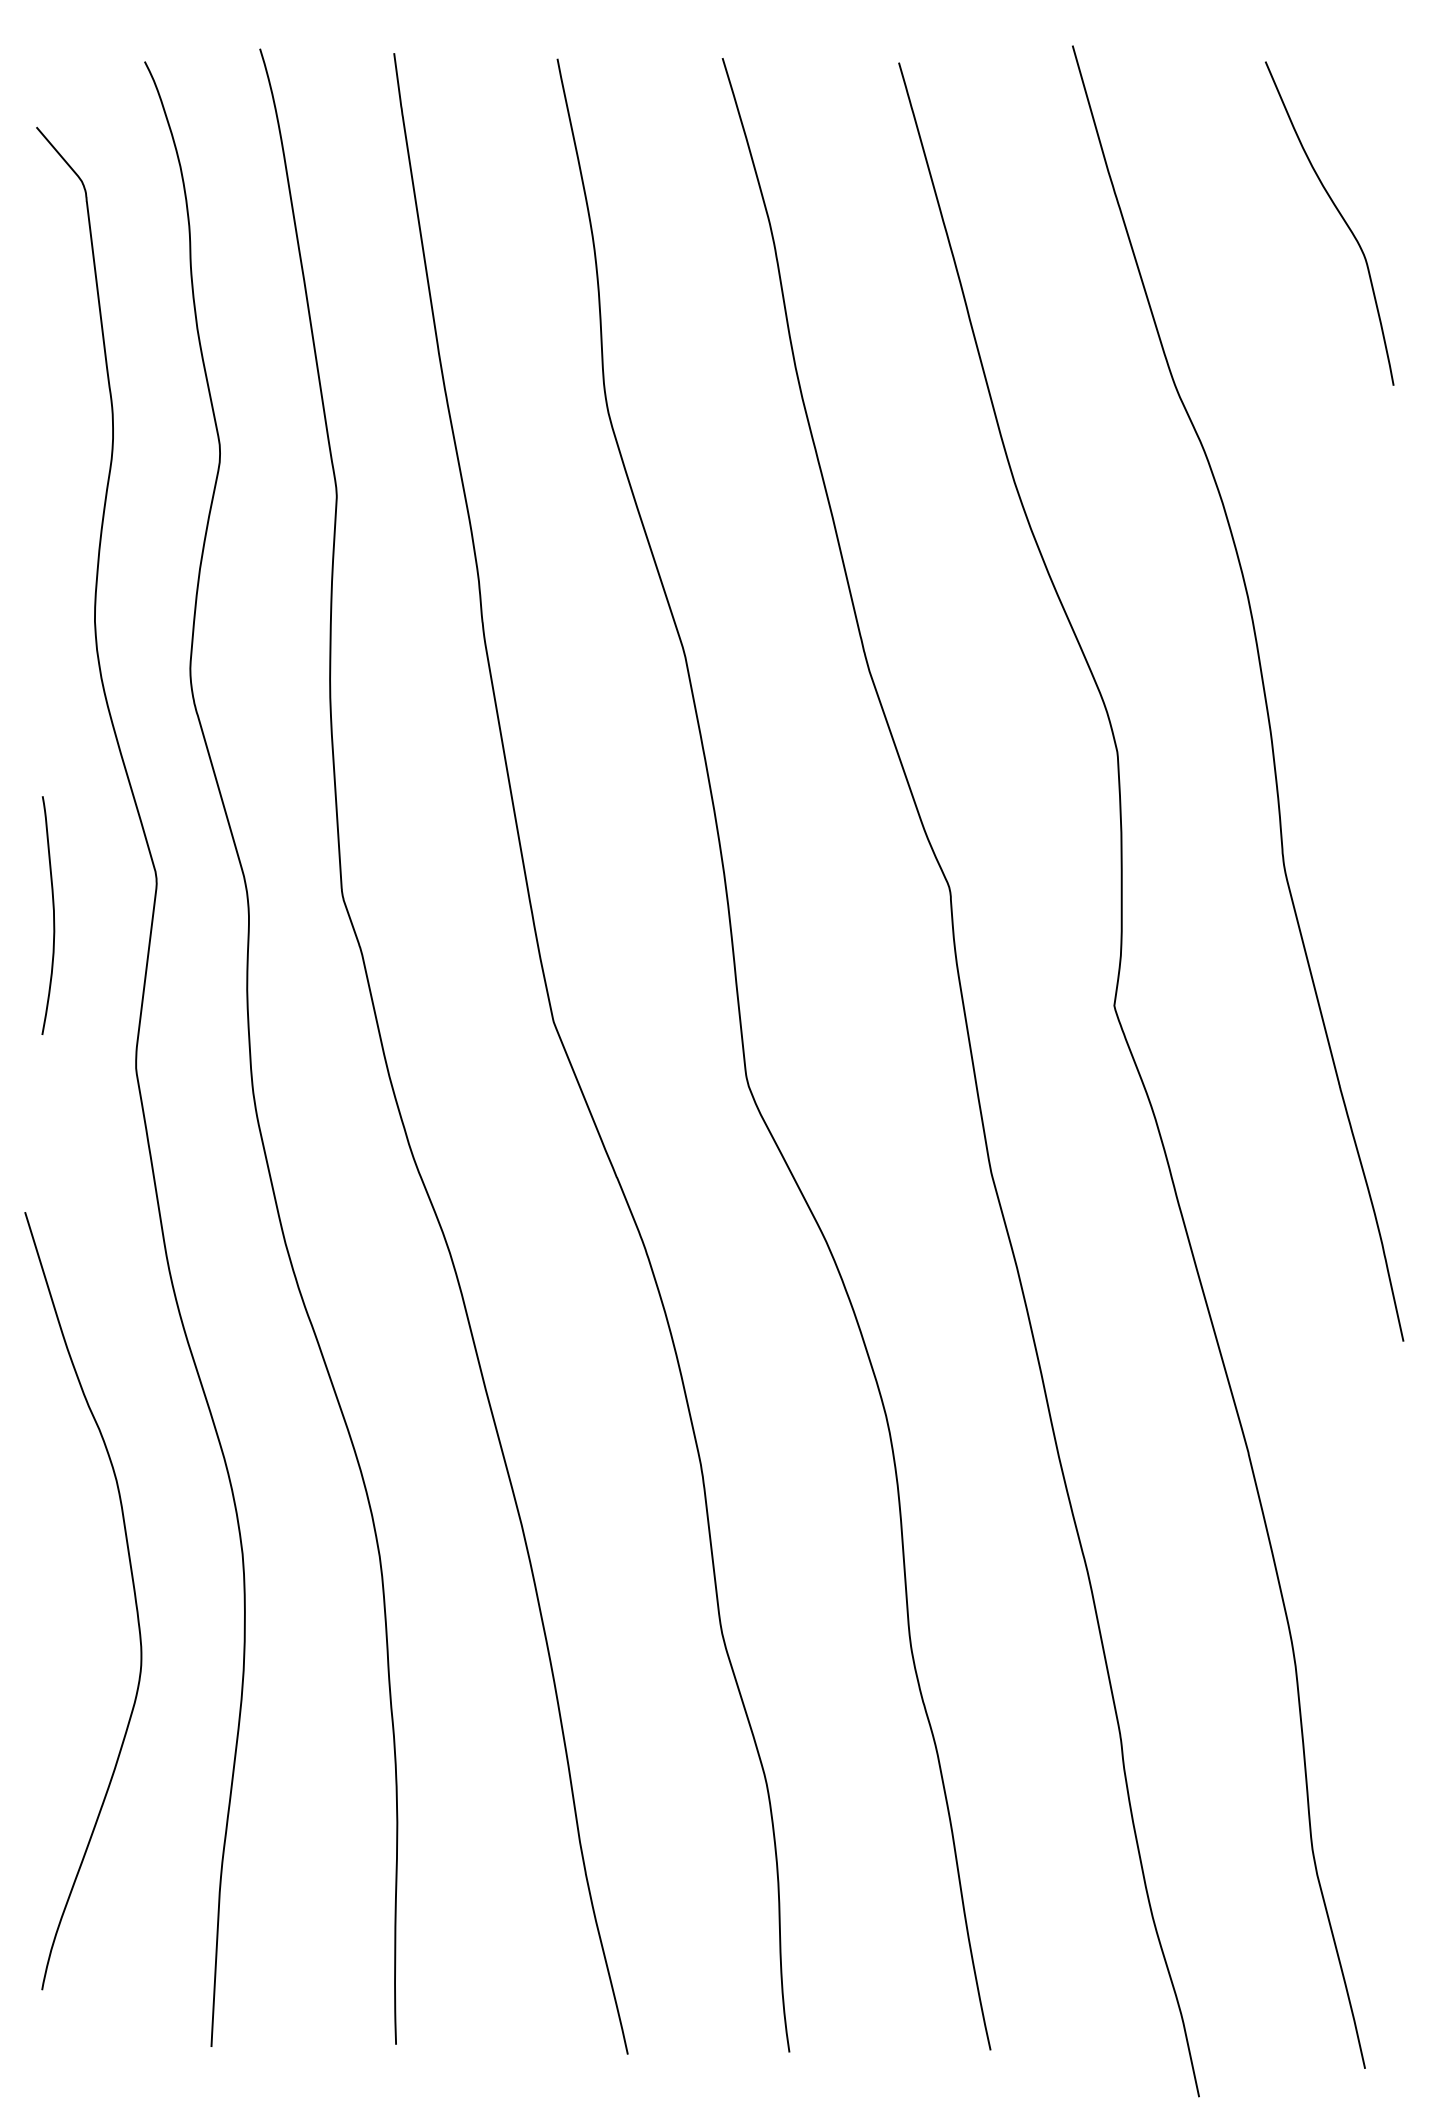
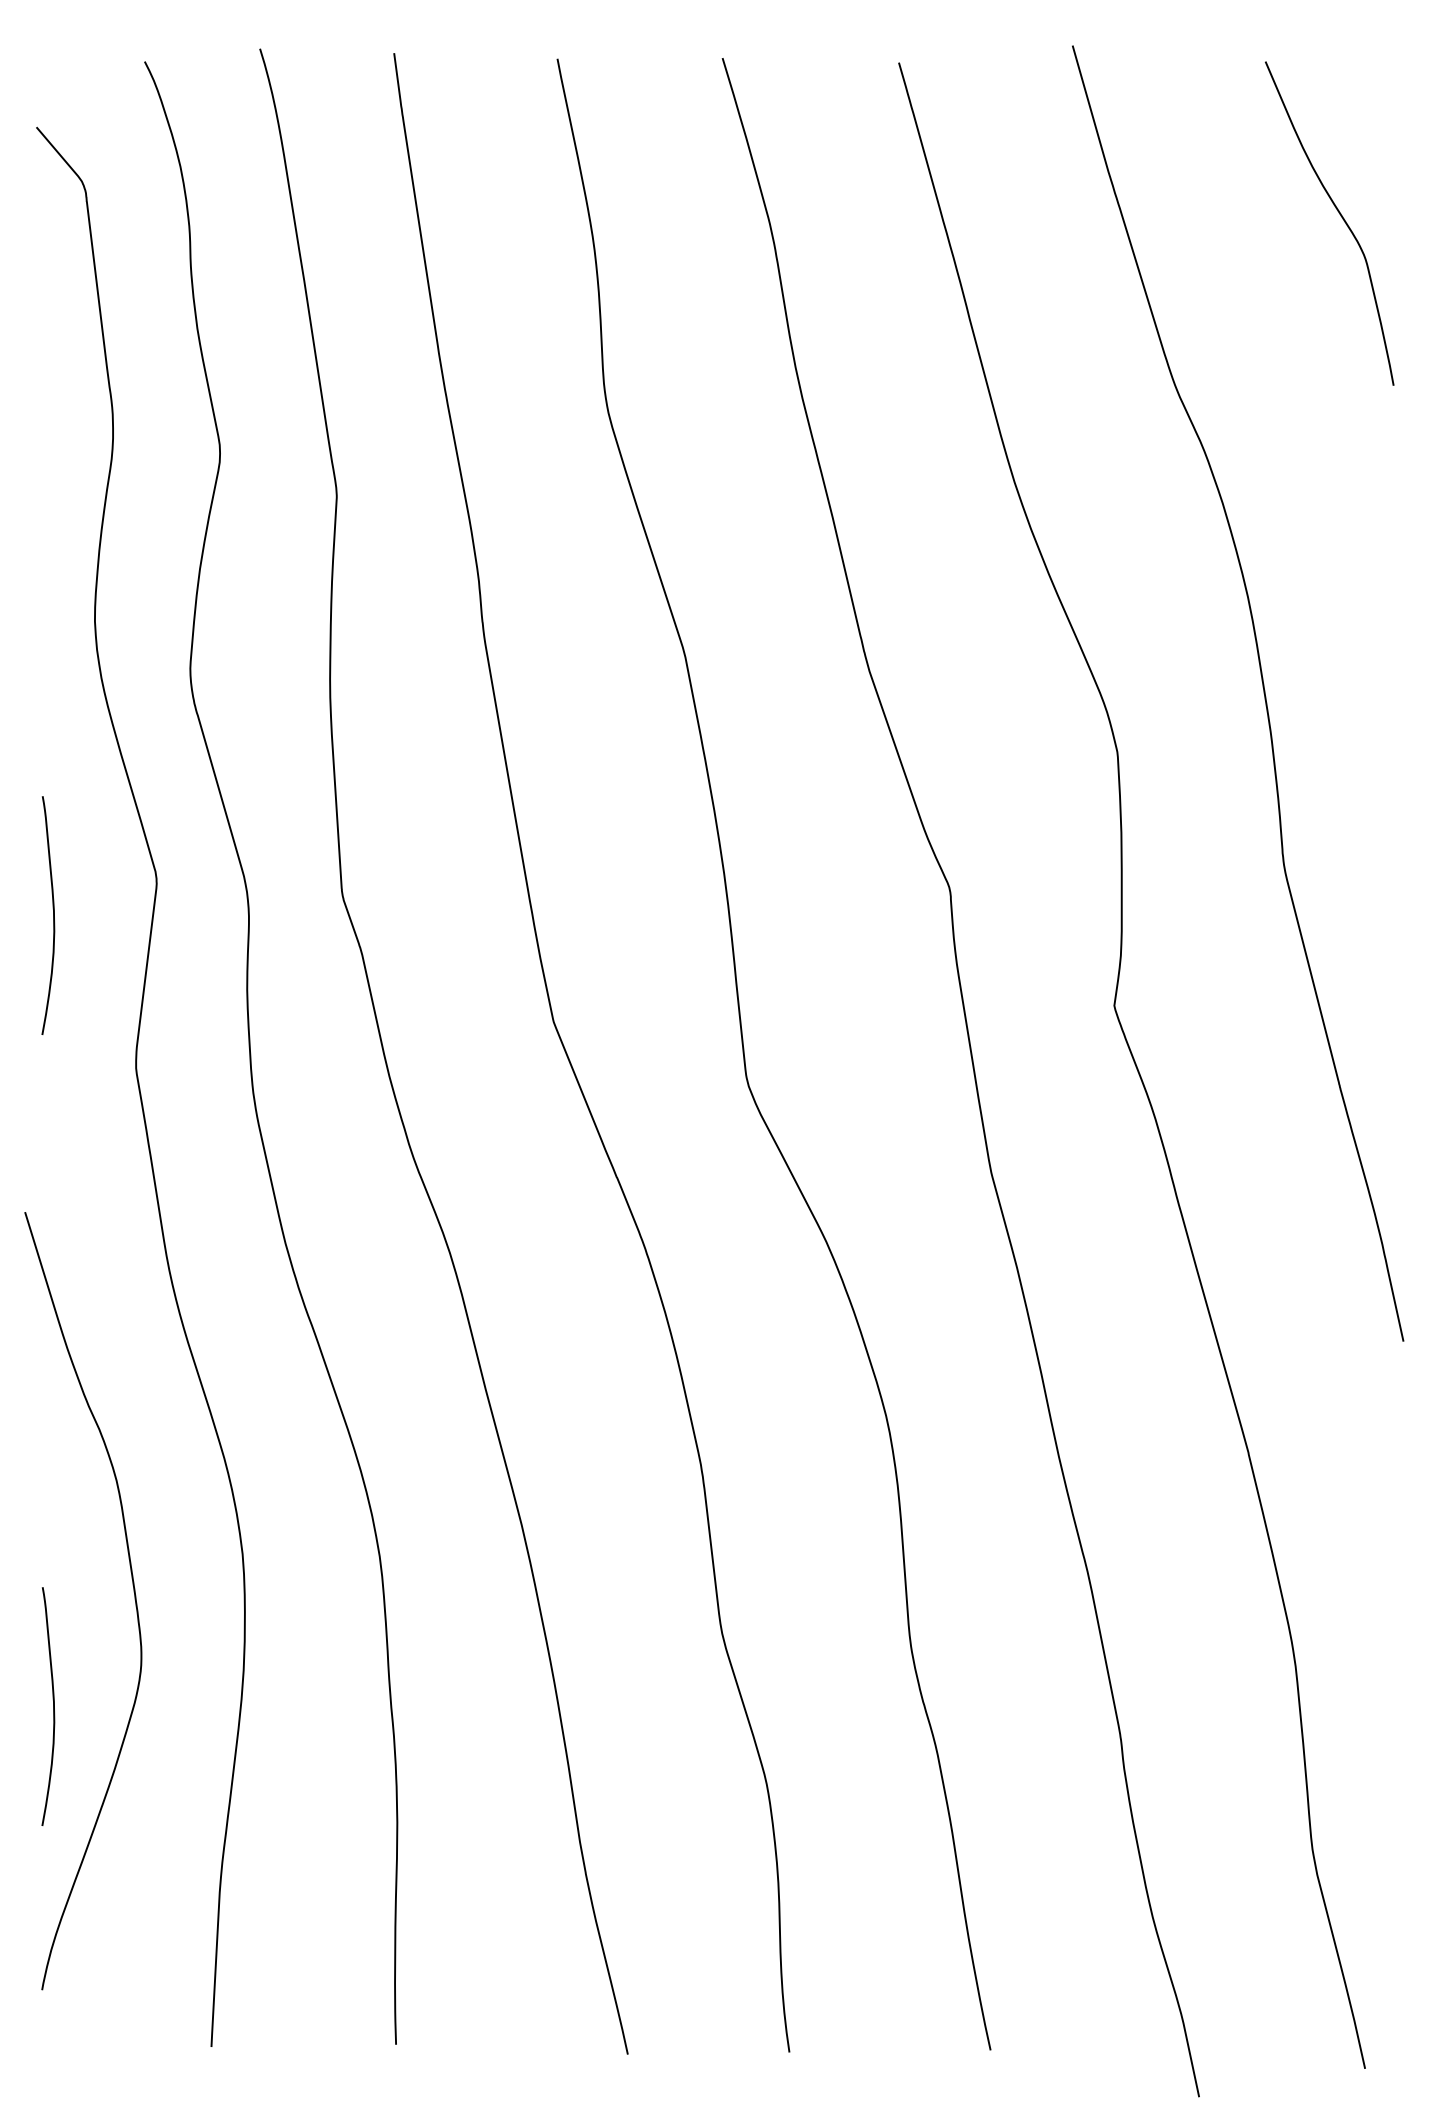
curve at (53, 1706): none -> present
